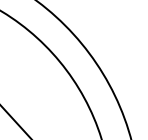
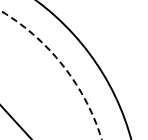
circle at (50, 74): solid -> dashed
